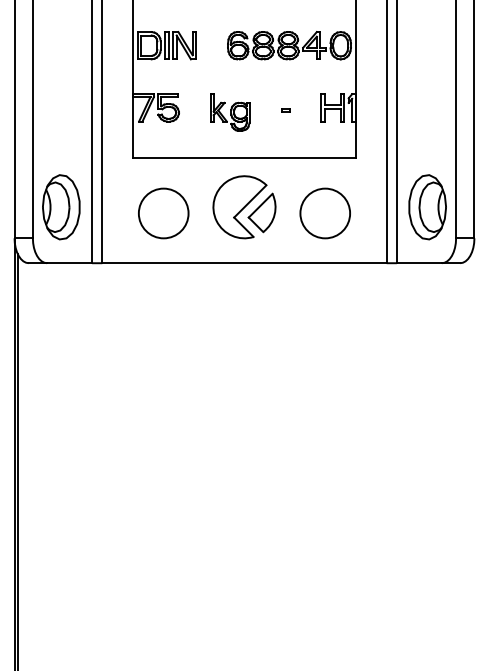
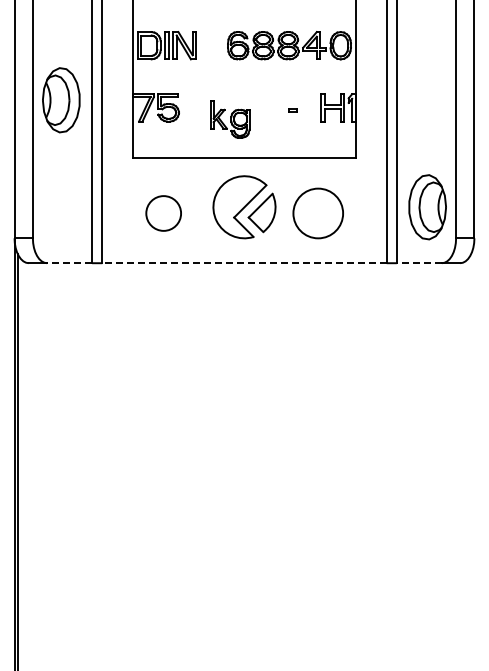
part at (285, 110) position: (285, 110) -> (292, 110)
part at (230, 112) position: (230, 112) -> (230, 119)
part at (61, 207) position: (61, 207) -> (61, 100)
circle at (163, 213) diameter: 50 px -> 35 px
circle at (324, 213) position: (324, 213) -> (317, 213)
line at (69, 263): solid -> dashed
line at (244, 263): solid -> dashed
line at (418, 263): solid -> dashed
